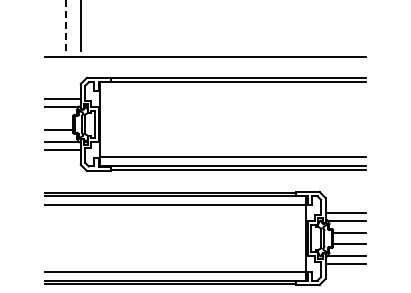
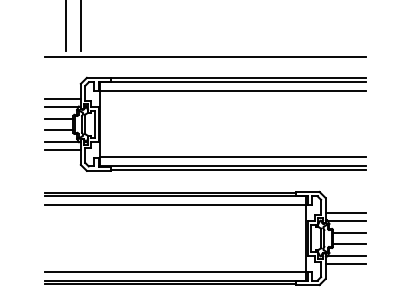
line at (65, 24): dashed -> solid
line at (233, 91): none -> present
line at (58, 119): none -> present
